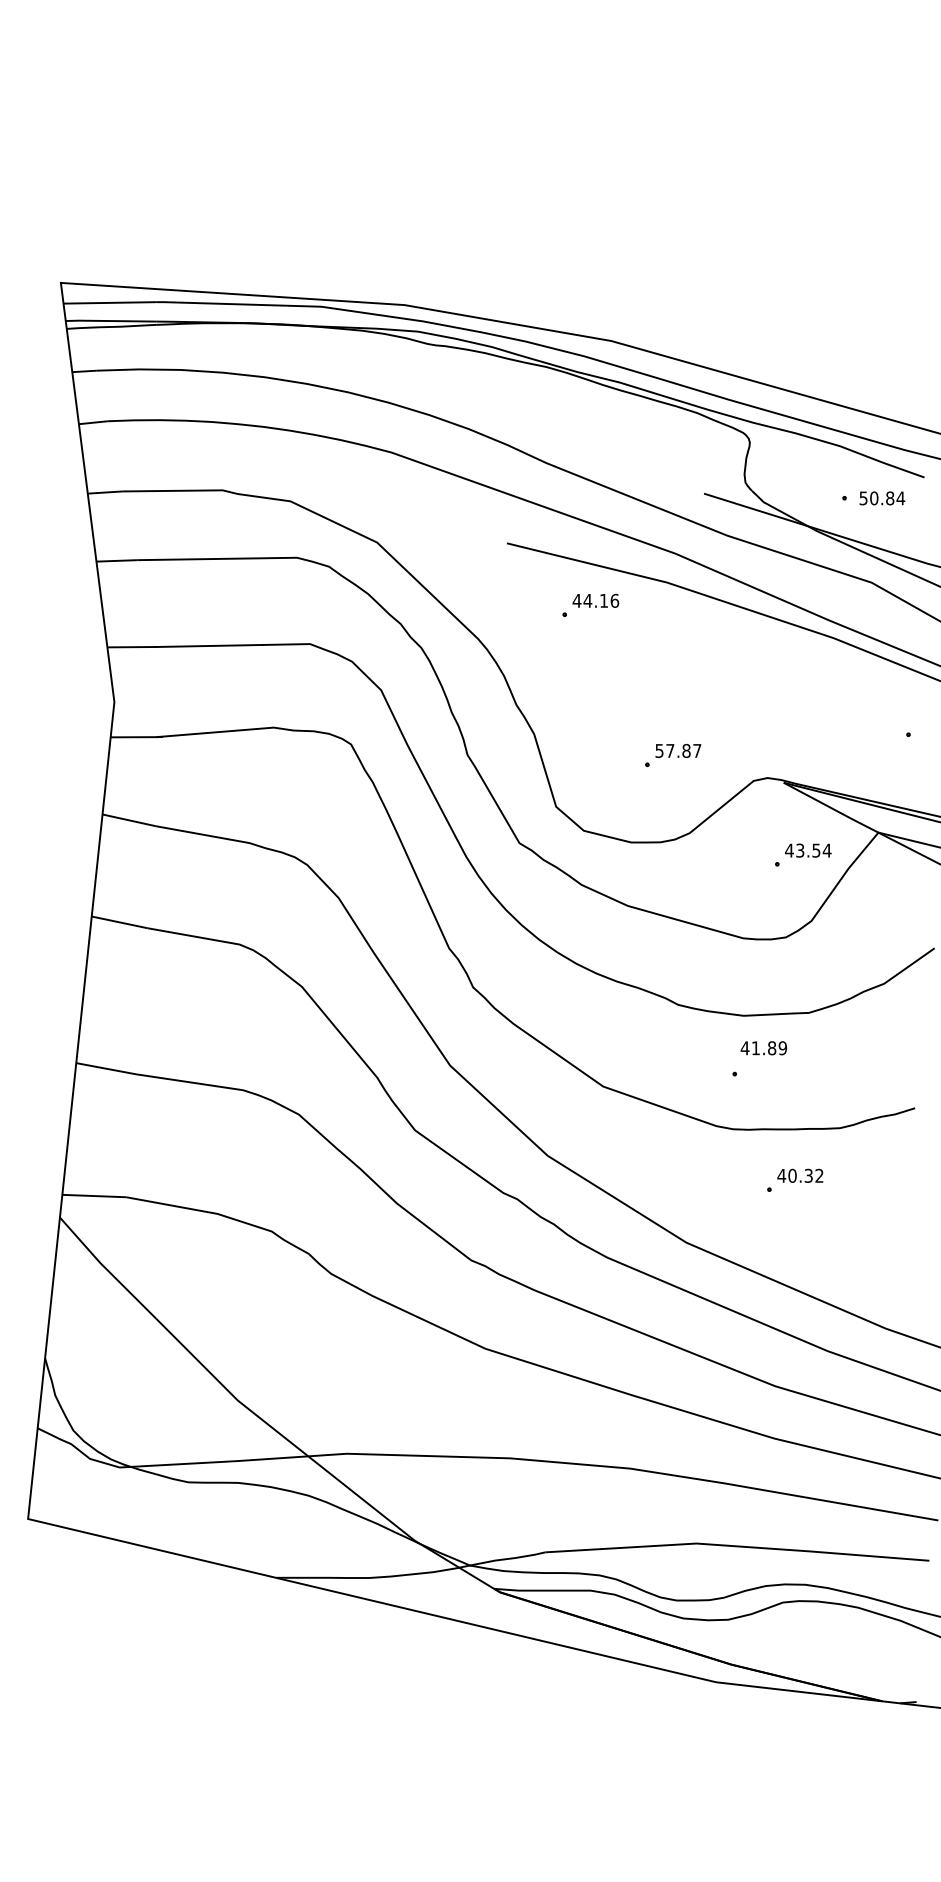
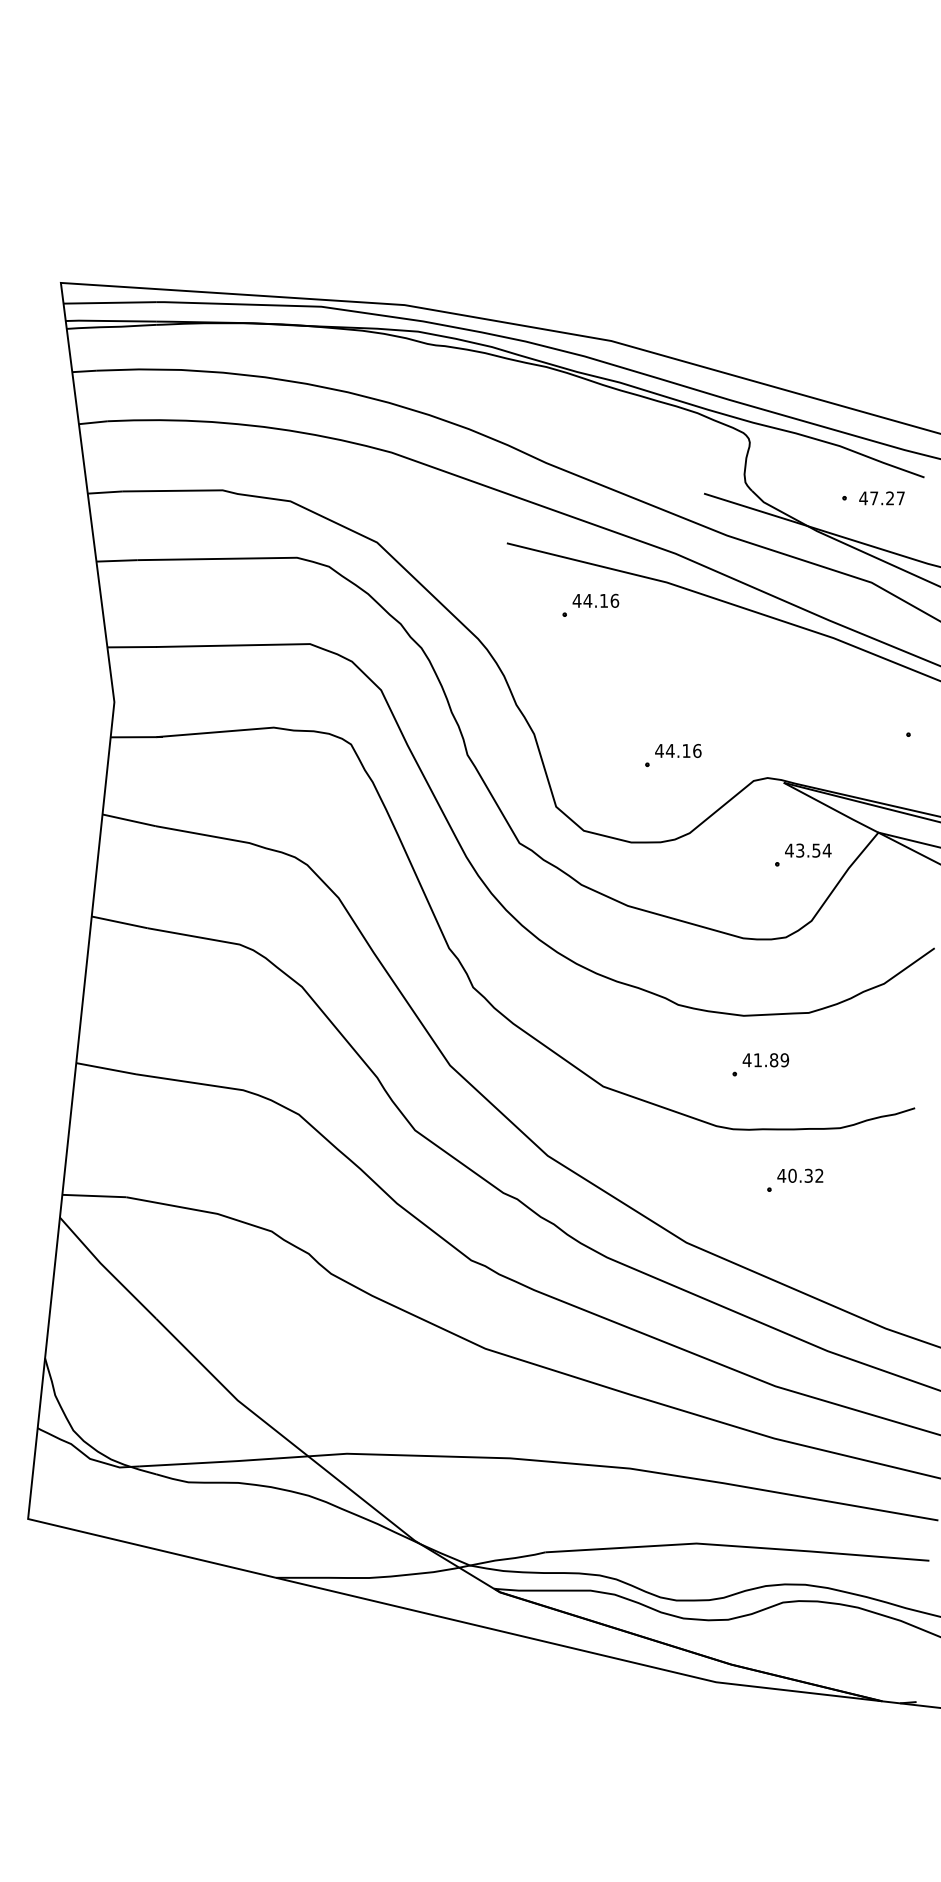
text at (882, 498): 50.84 -> 47.27
text at (678, 750): 57.87 -> 44.16
text at (763, 1048) position: (763, 1048) -> (765, 1060)
